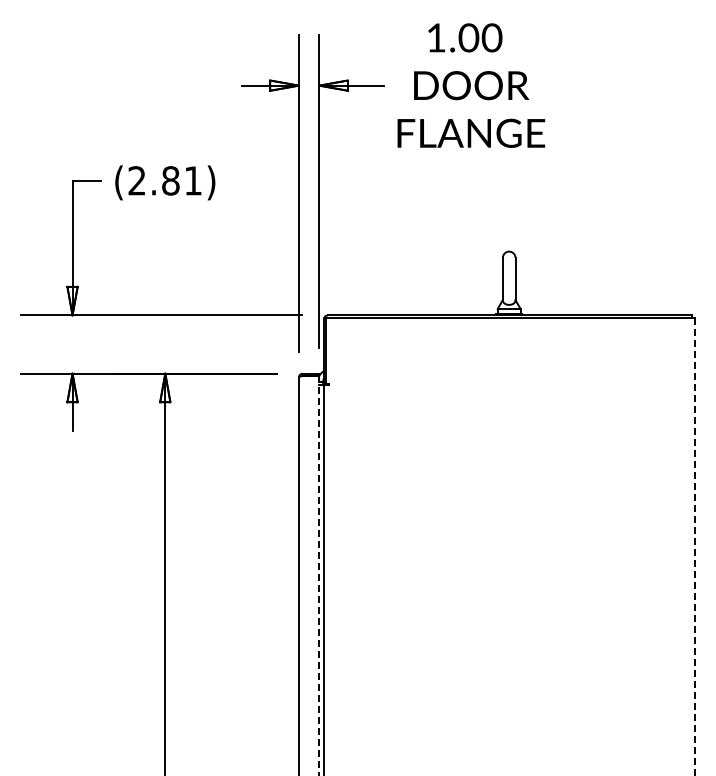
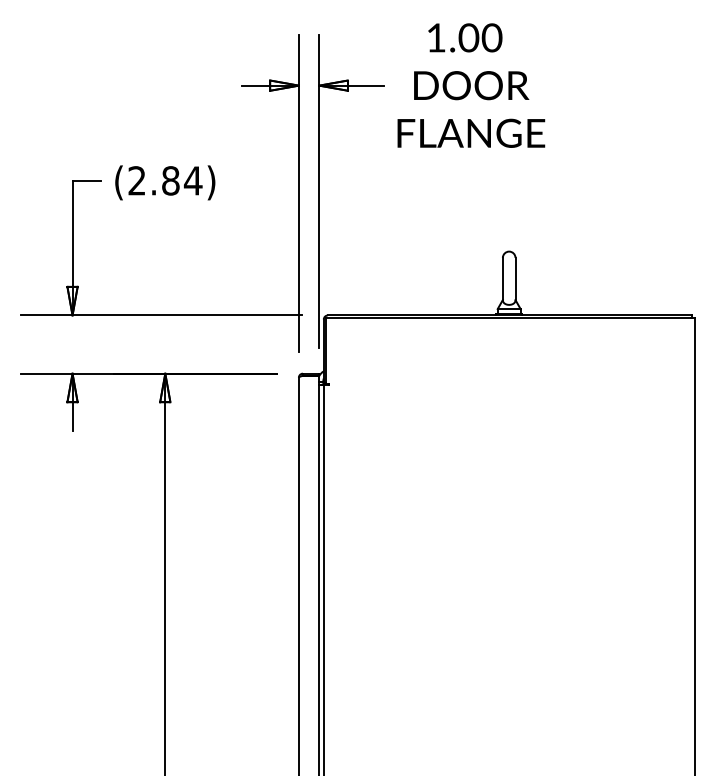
text at (192, 180): (2.81) -> (2.84)
line at (694, 546): dashed -> solid
line at (319, 575): dashed -> solid
